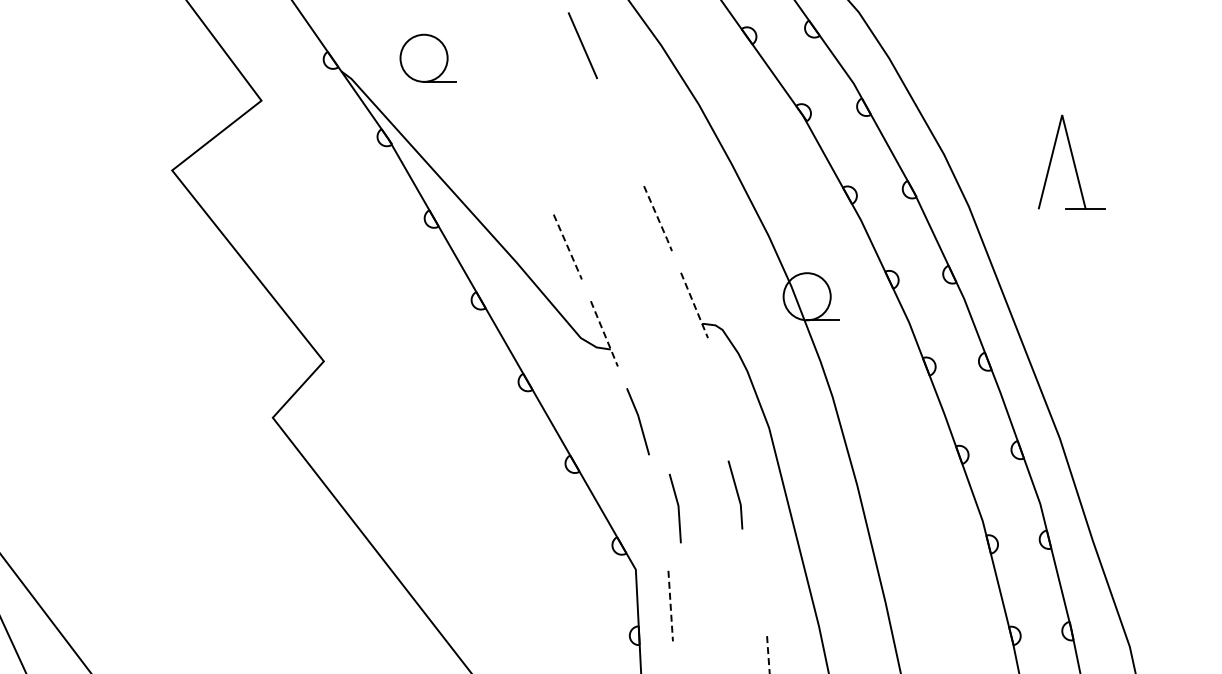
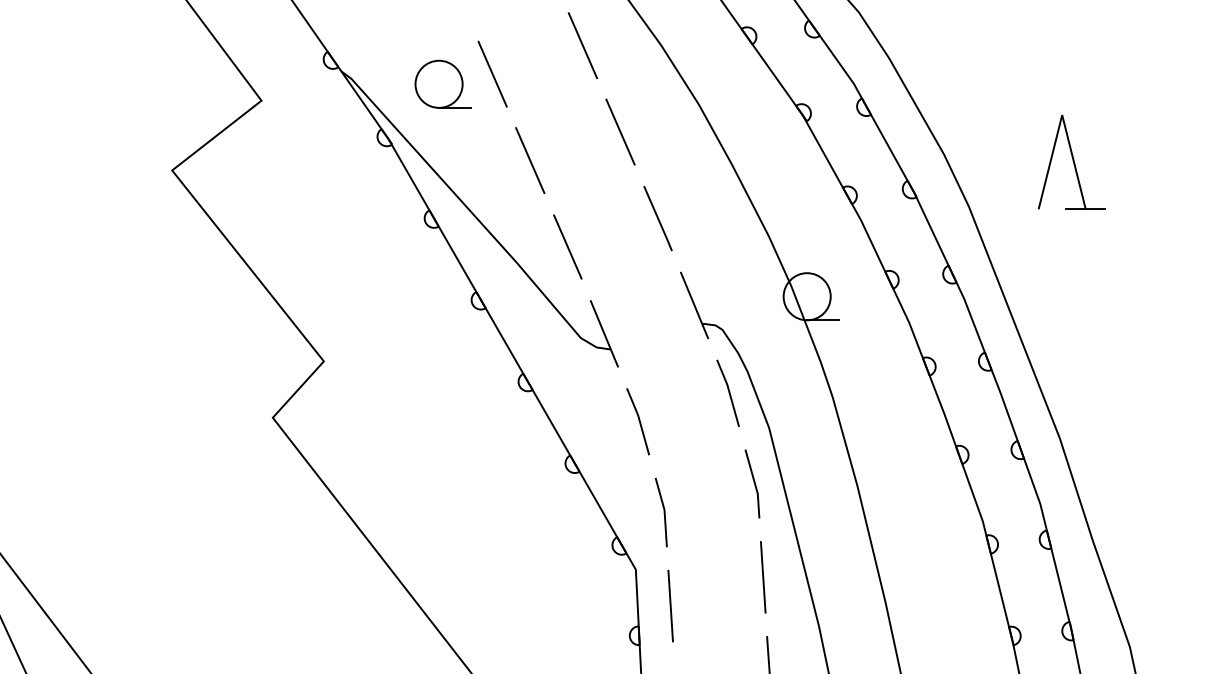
part at (427, 57) position: (427, 57) -> (442, 83)
line at (492, 73): none -> present
line at (620, 131): none -> present
line at (530, 160): none -> present
line at (658, 219): dashed -> solid
line at (568, 247): dashed -> solid
line at (694, 305): dashed -> solid
line at (604, 334): dashed -> solid
line at (728, 392): none -> present
line at (736, 493) position: (736, 493) -> (753, 482)
line at (677, 508) position: (677, 508) -> (663, 512)
line at (762, 577): none -> present
line at (670, 606): dashed -> solid
line at (768, 654): dashed -> solid
